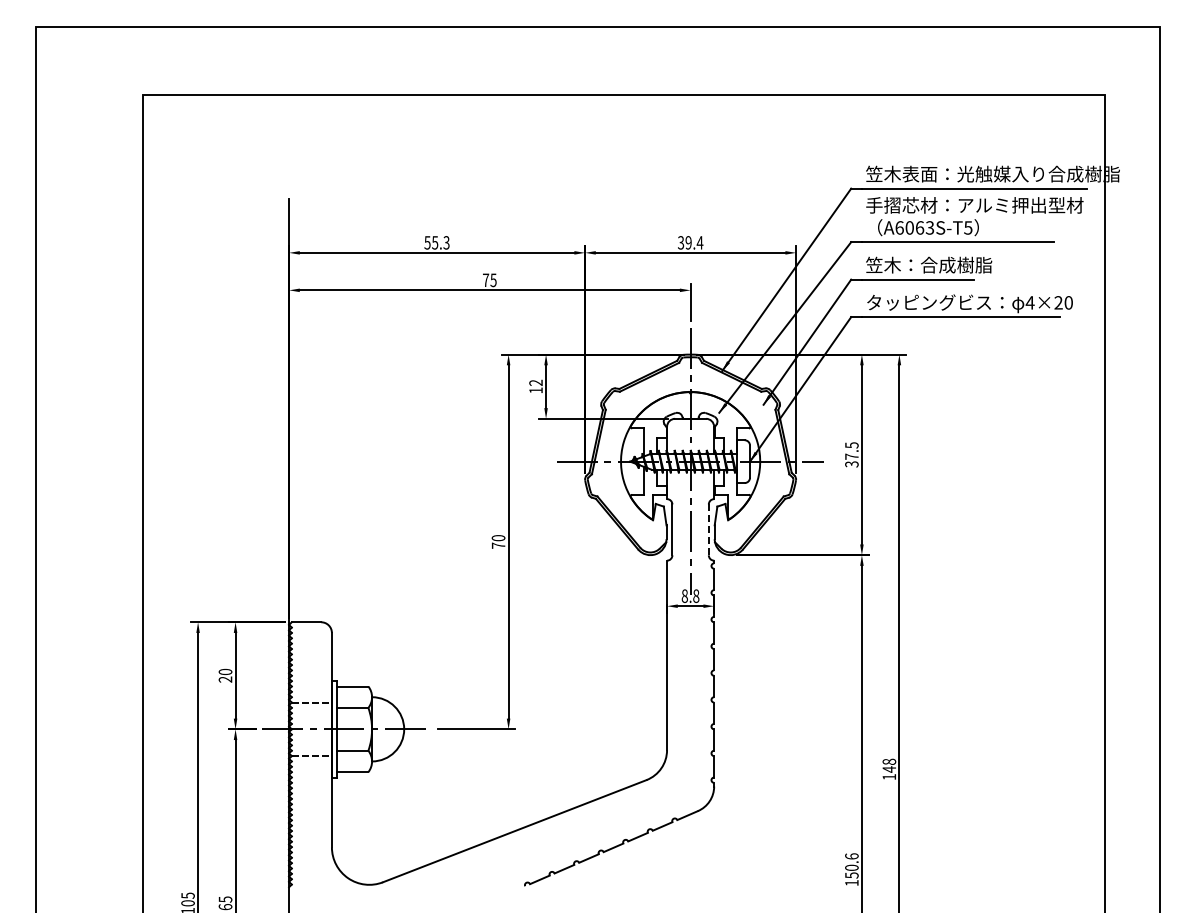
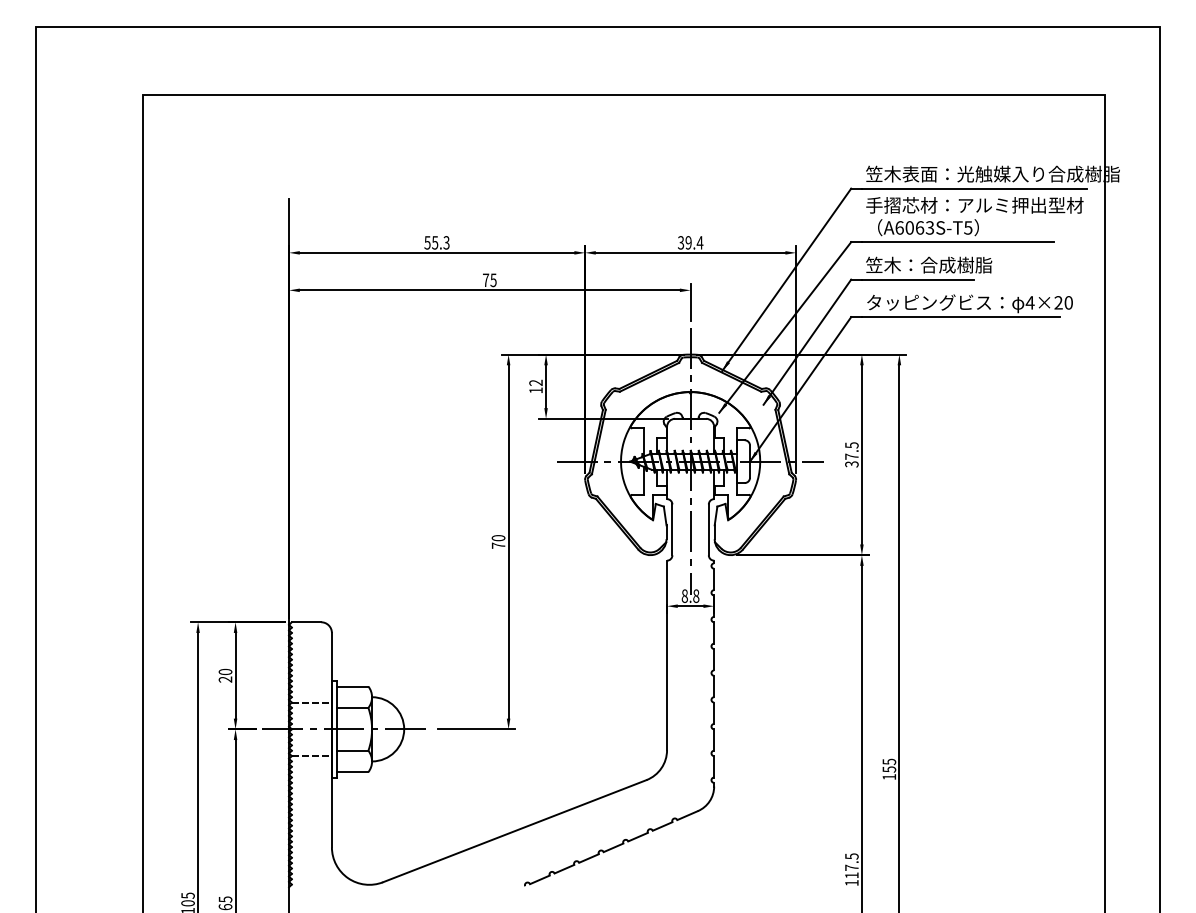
line at (708, 529): dashed -> solid
text at (889, 765): 148 -> 155
text at (851, 865): 150.6 -> 117.5
